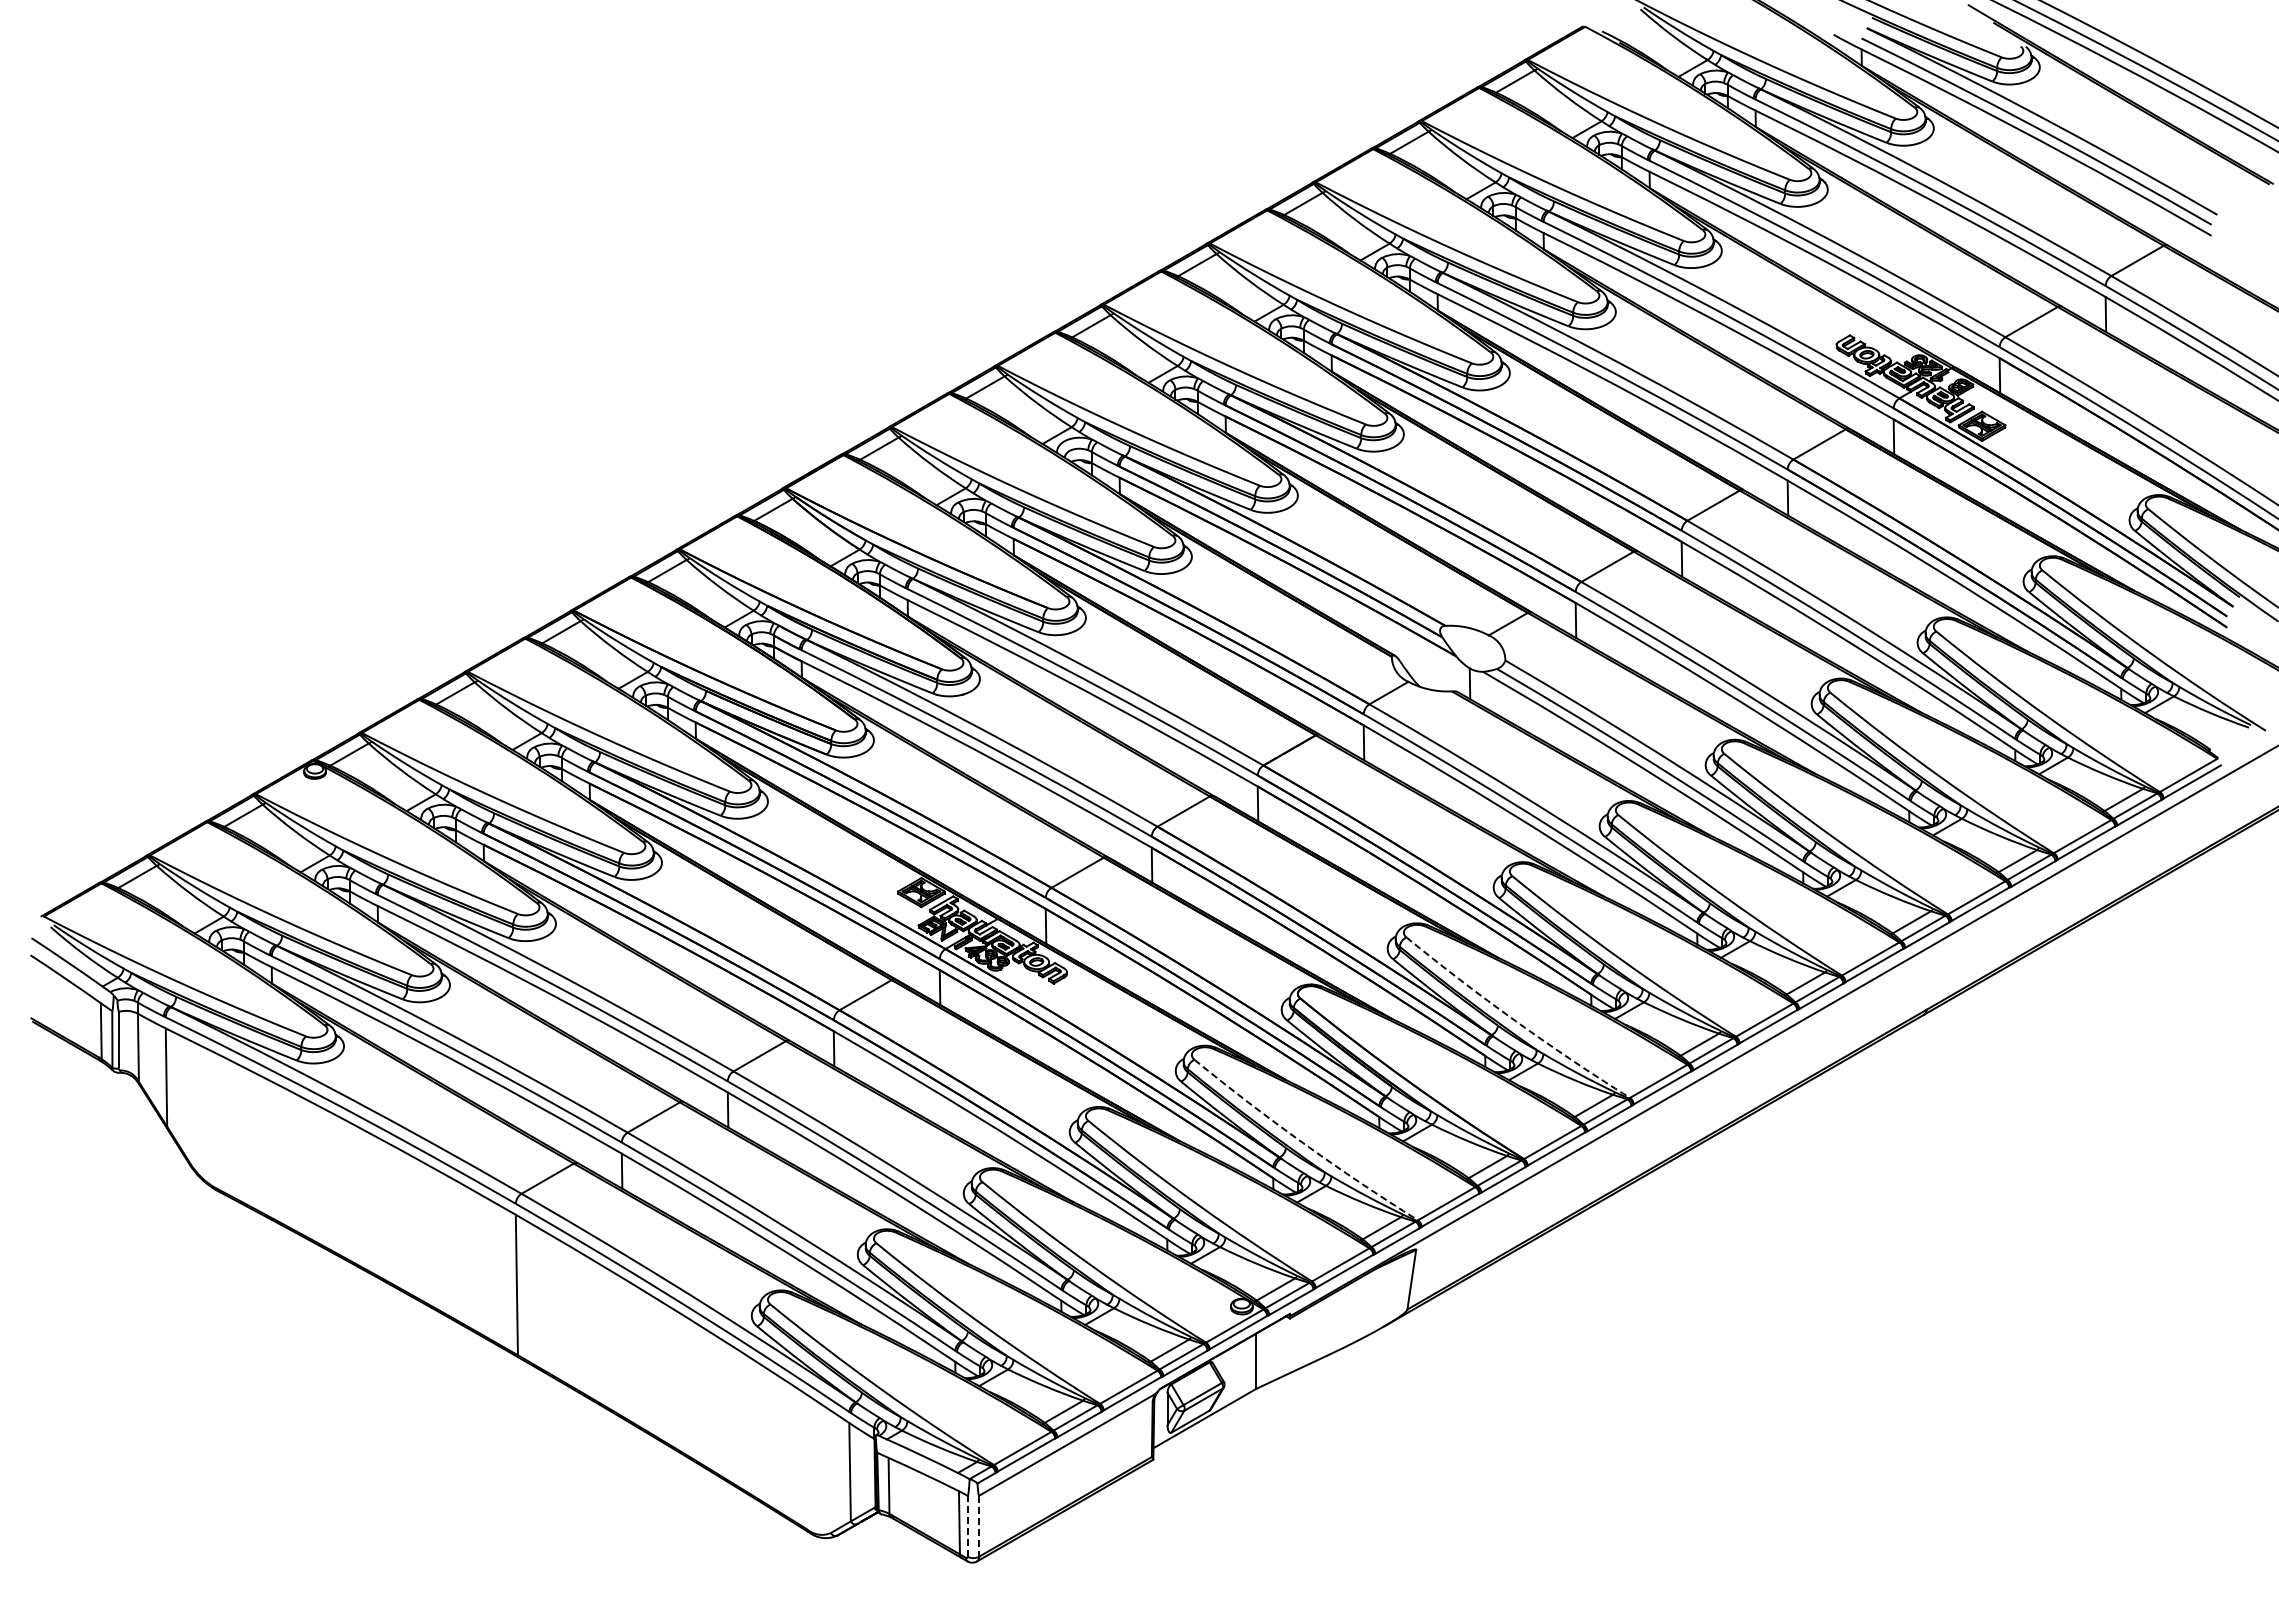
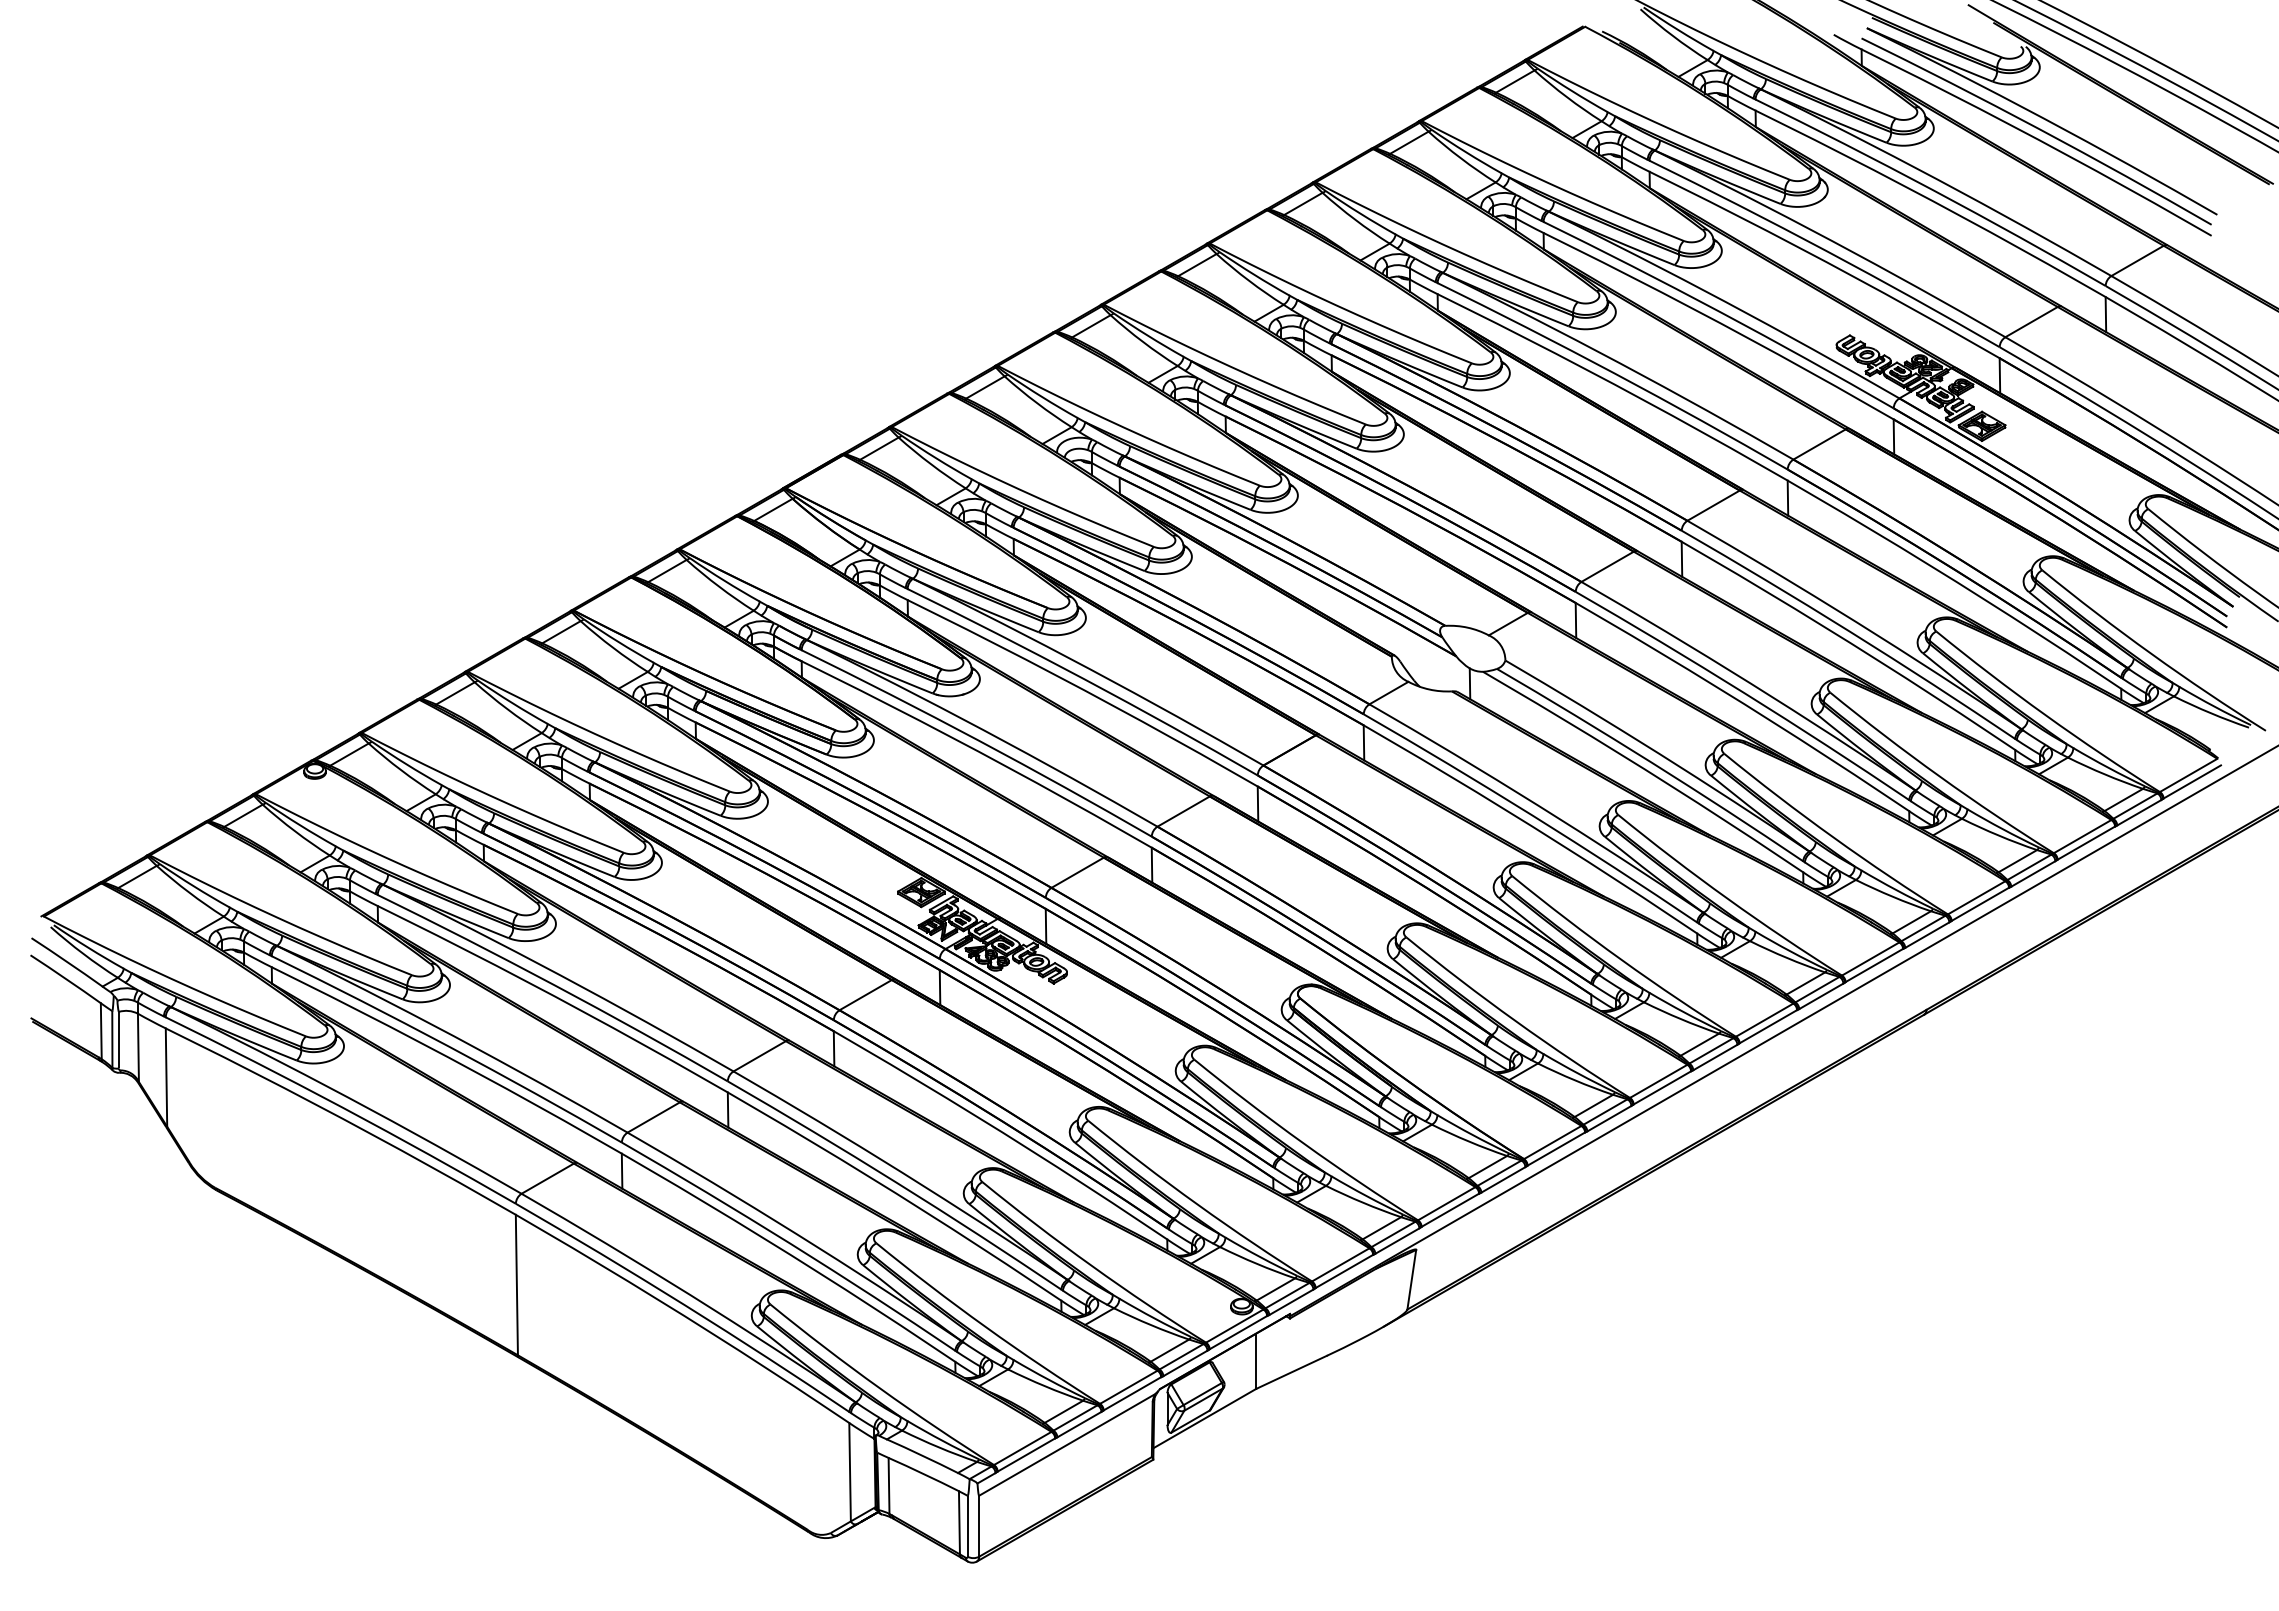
arc at (1515, 1021): dashed -> solid
arc at (1303, 1143): dashed -> solid
line at (979, 1525): dashed -> solid
line at (967, 1526): dashed -> solid
